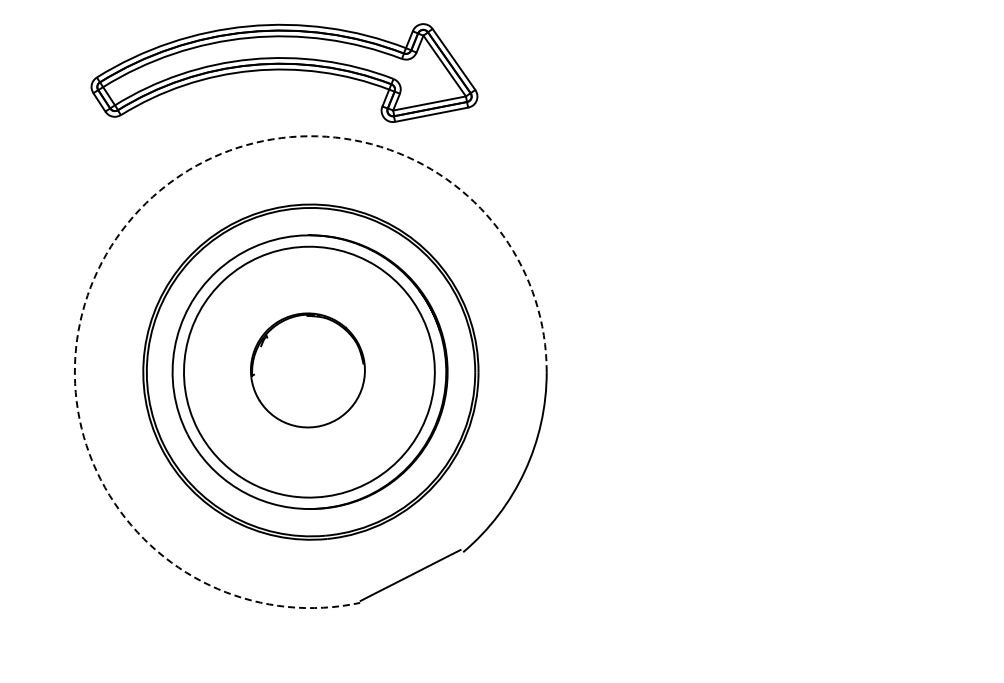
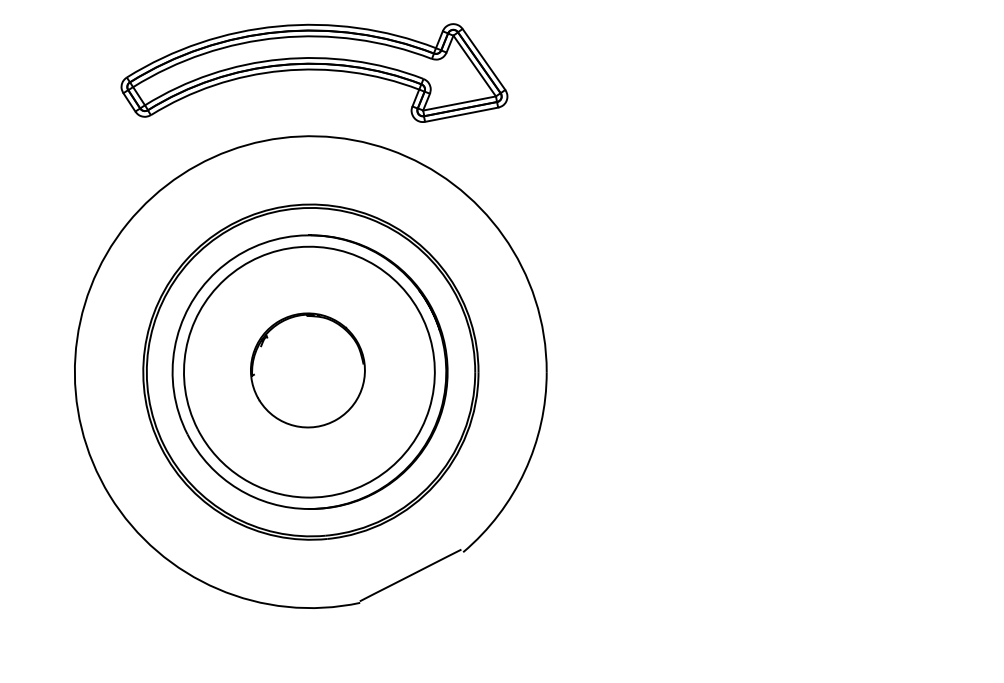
part at (284, 72) position: (284, 72) -> (314, 72)
arc at (127, 223): dashed -> solid
